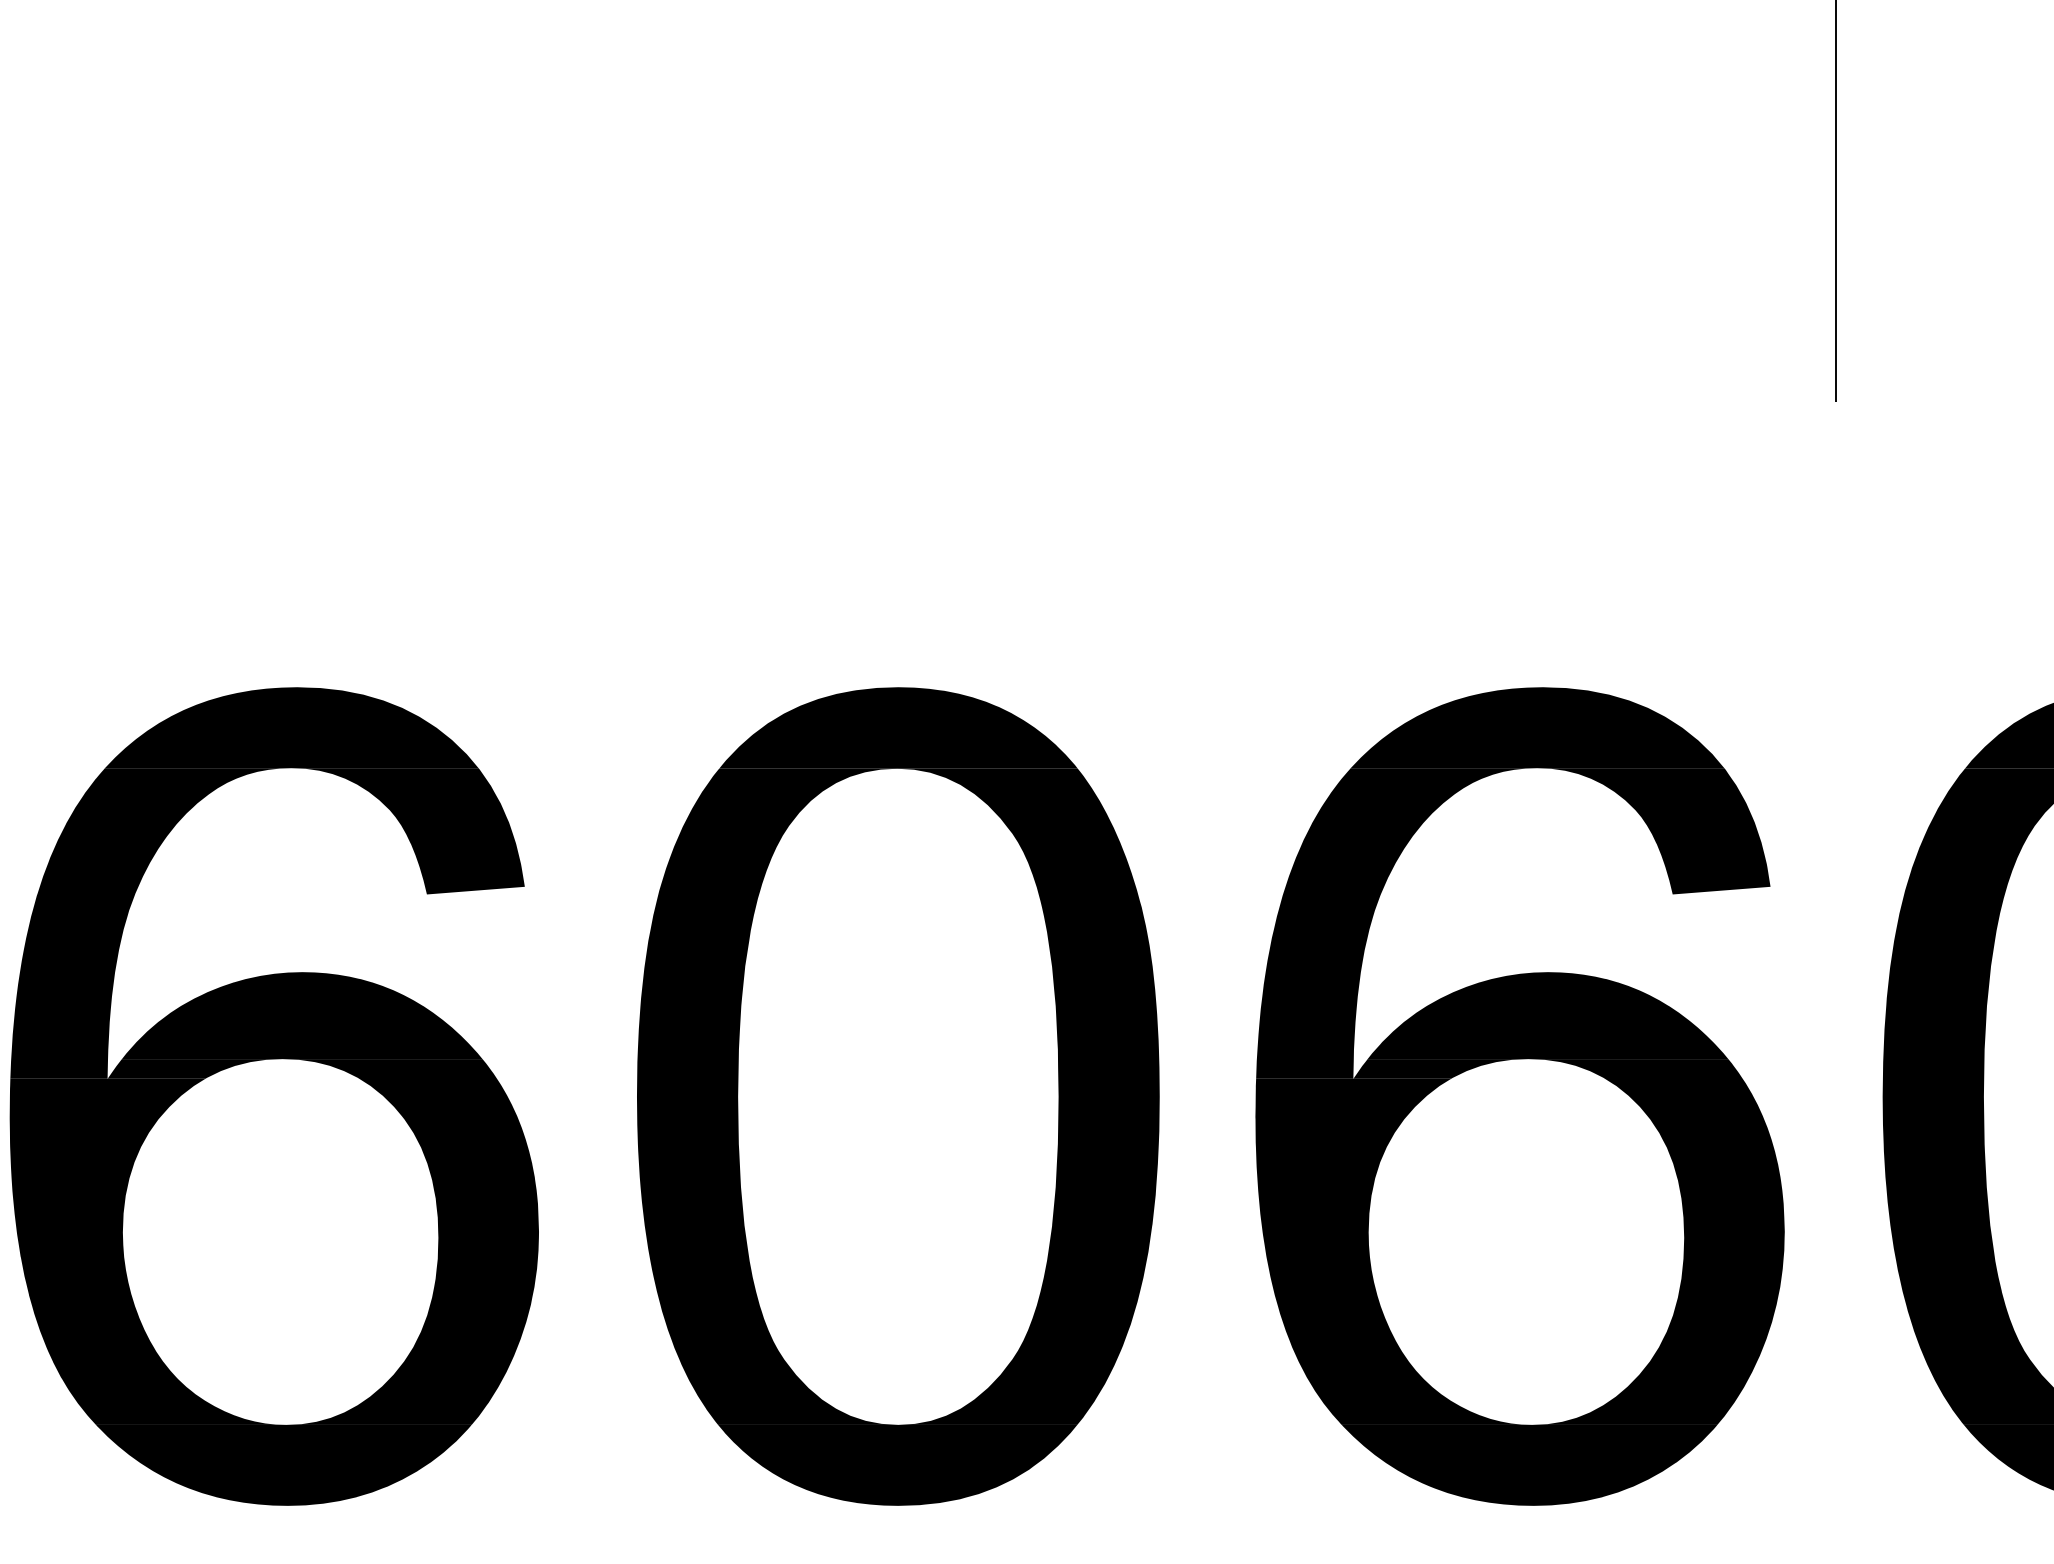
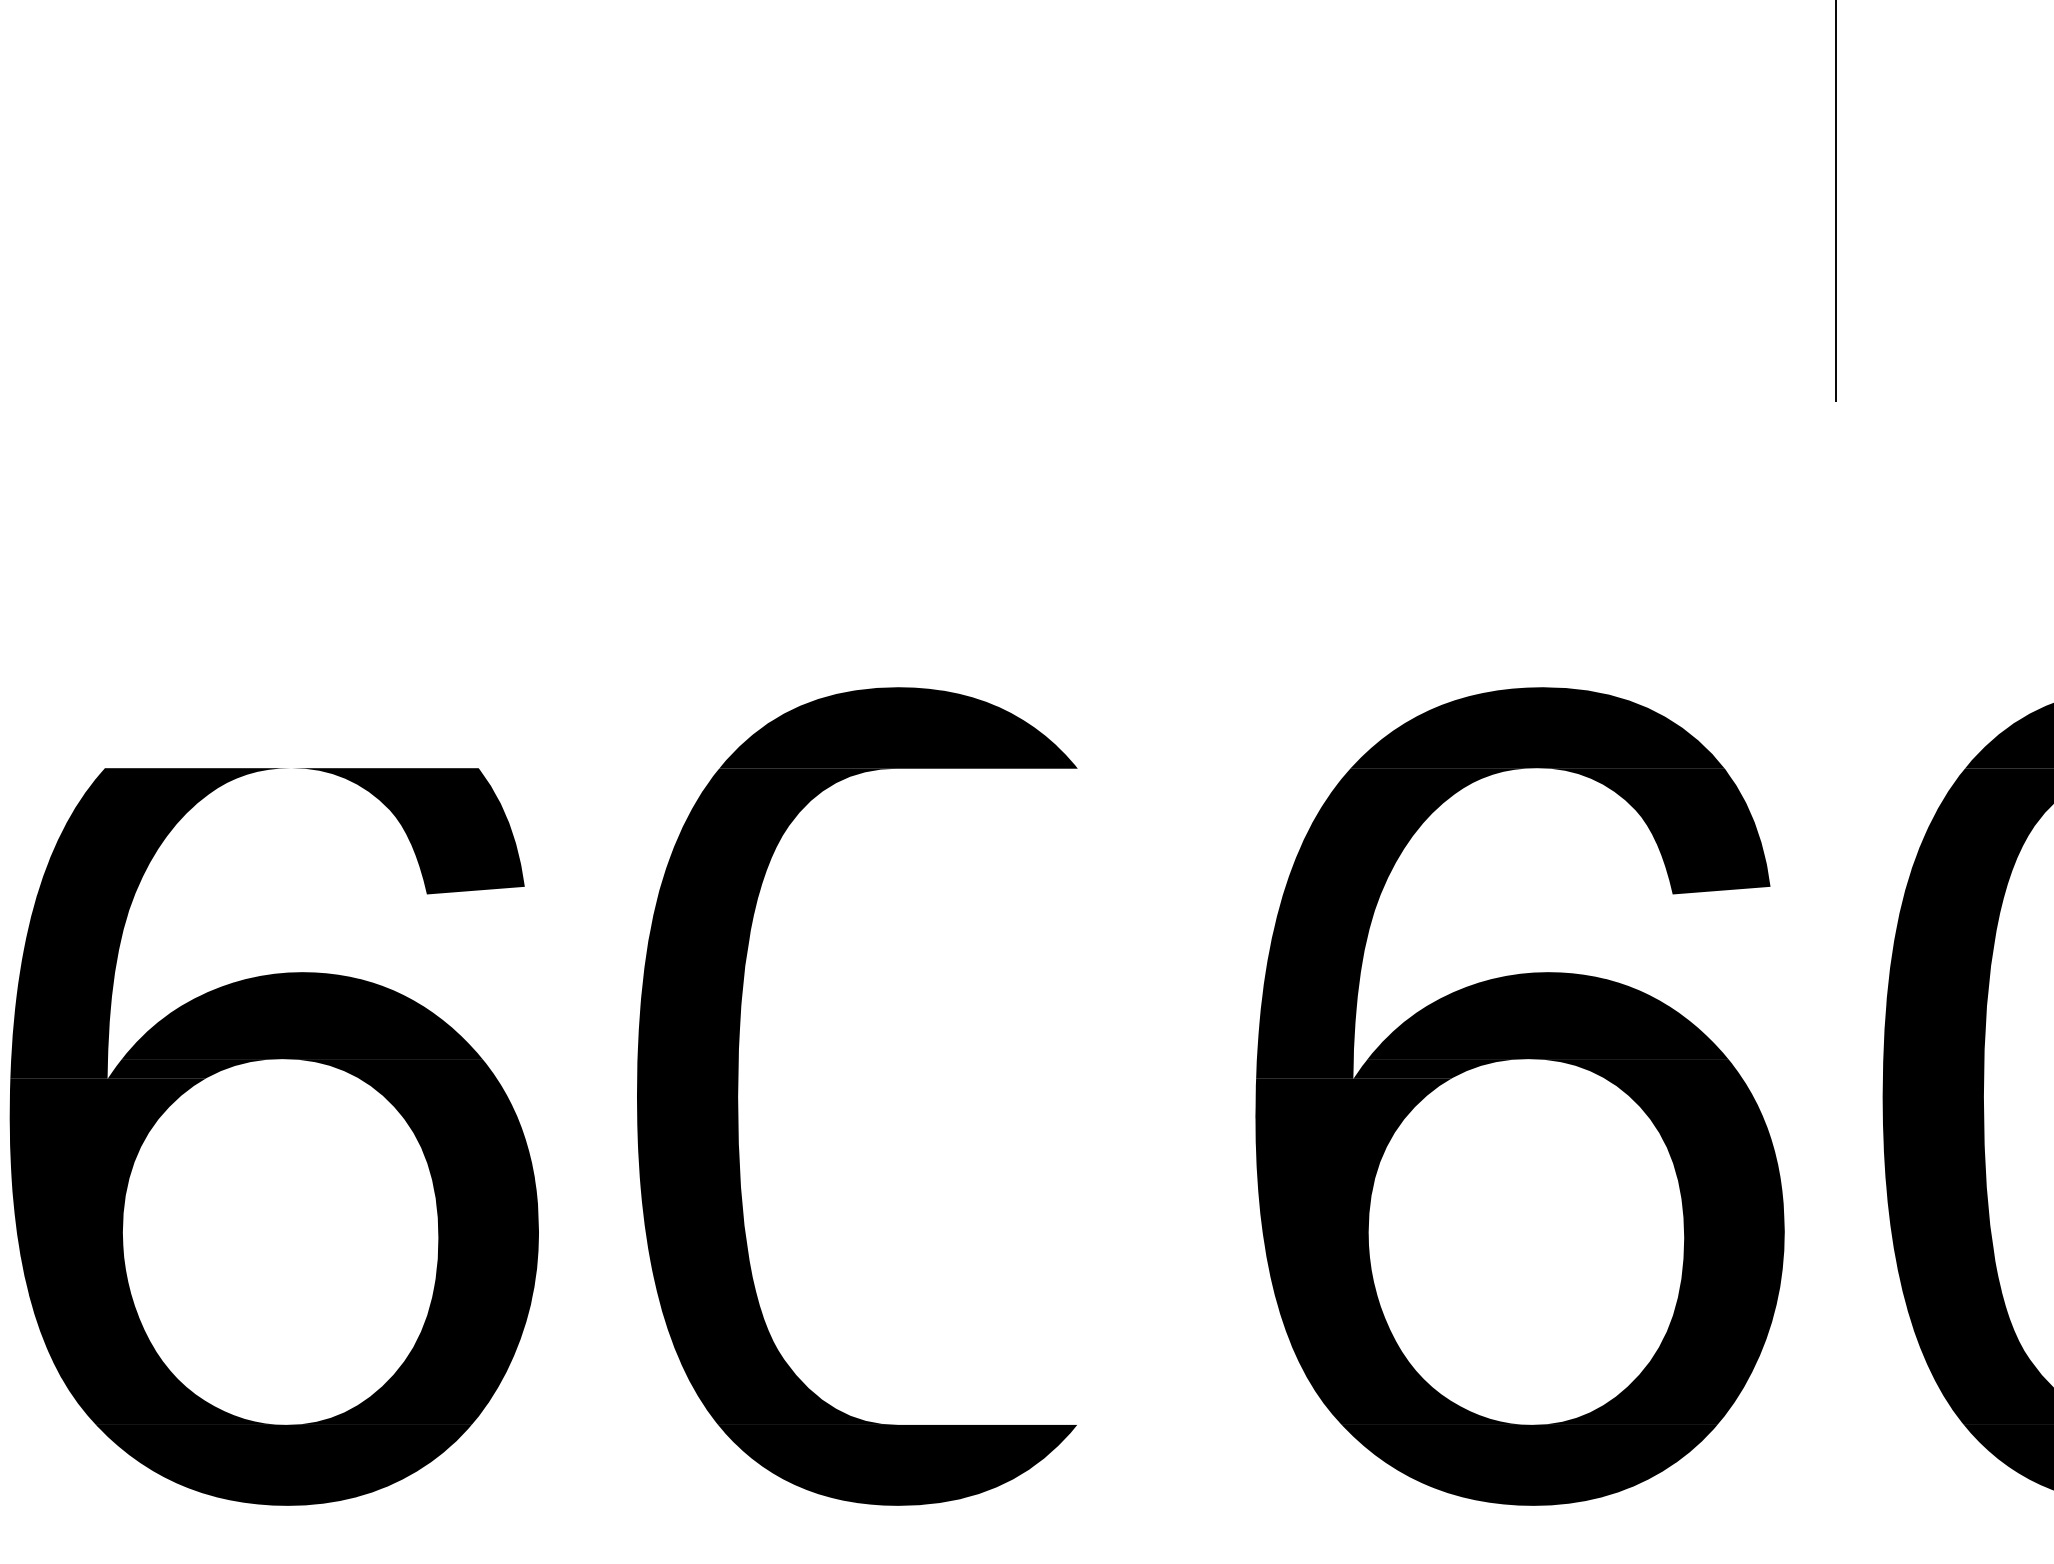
fill at (291, 727): present -> none
fill at (1028, 1096): present -> none
